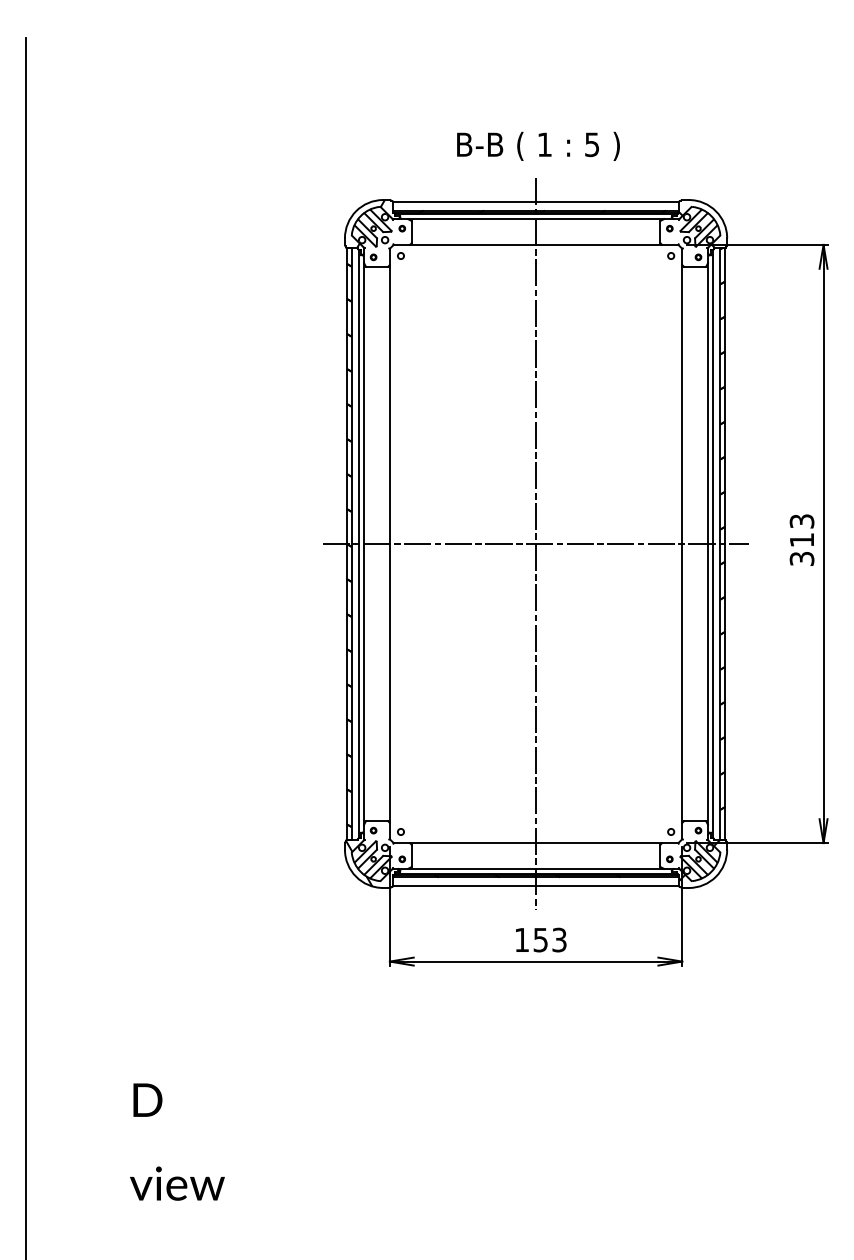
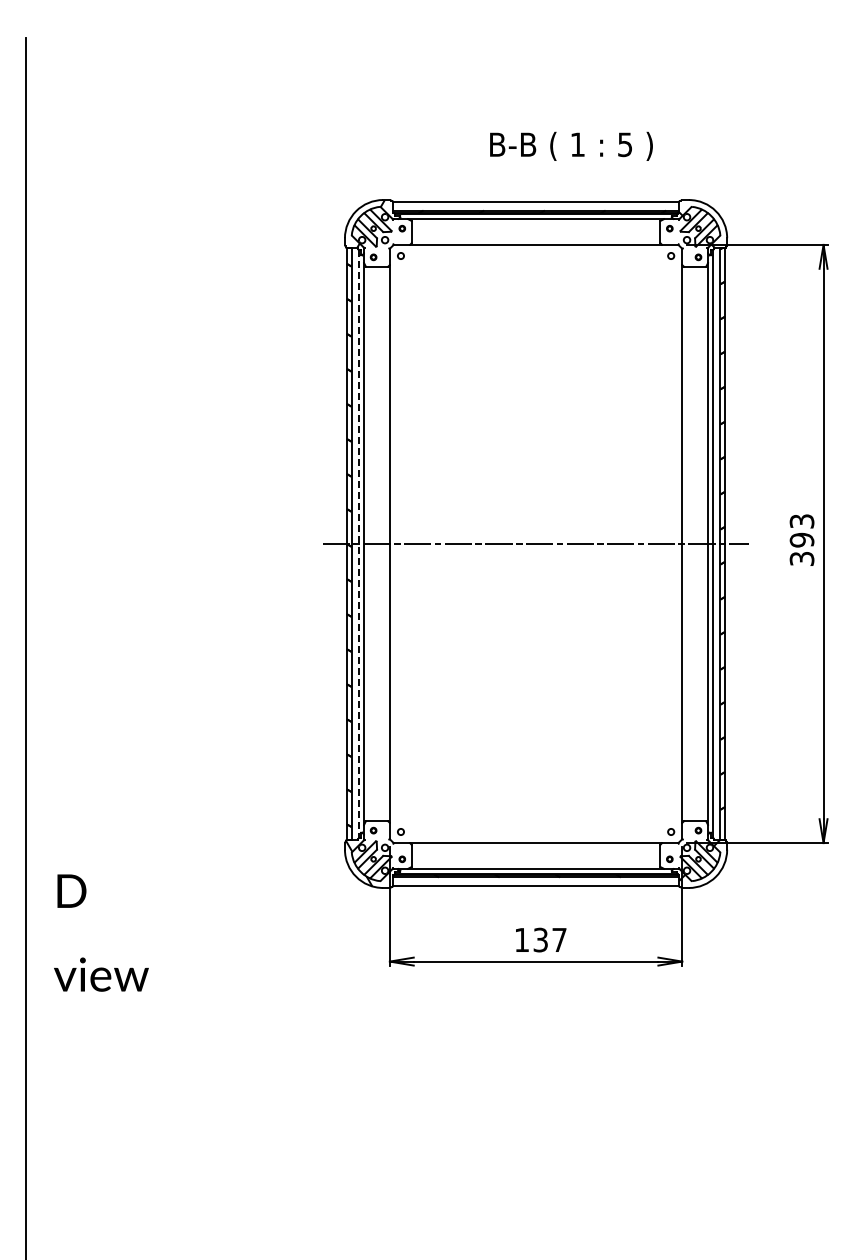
text at (538, 145) position: (538, 145) -> (571, 145)
text at (801, 539): 313 -> 393
line at (536, 543): present -> none
line at (359, 544): solid -> dashed
text at (550, 939): 153 -> 137
text at (177, 1141) position: (177, 1141) -> (101, 932)
